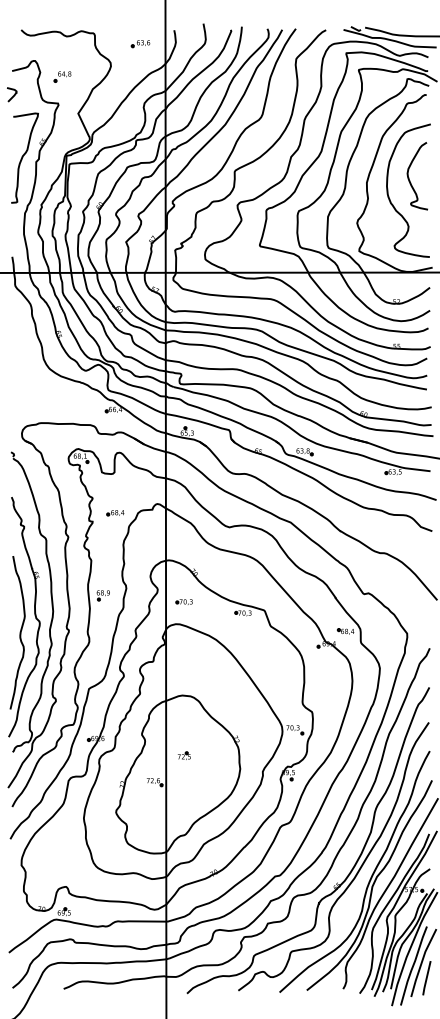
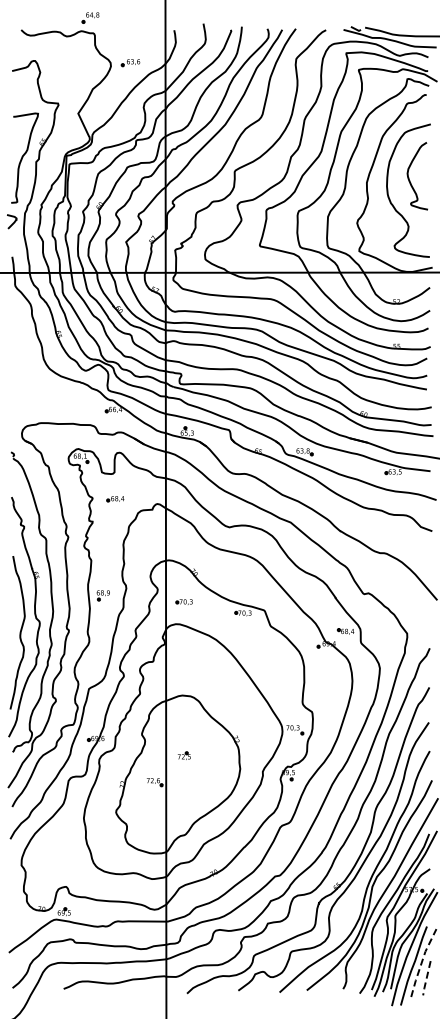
part at (140, 44) position: (140, 44) -> (130, 63)
part at (62, 76) position: (62, 76) -> (90, 17)
curve at (13, 95) position: (13, 95) -> (13, 222)
part at (115, 513) position: (115, 513) -> (115, 499)
line at (422, 961): solid -> dashed
line at (426, 979): solid -> dashed
